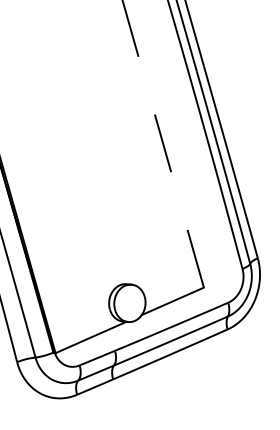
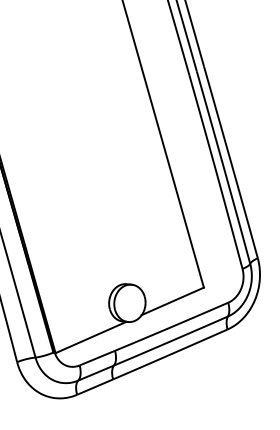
line at (163, 143): dashed -> solid
